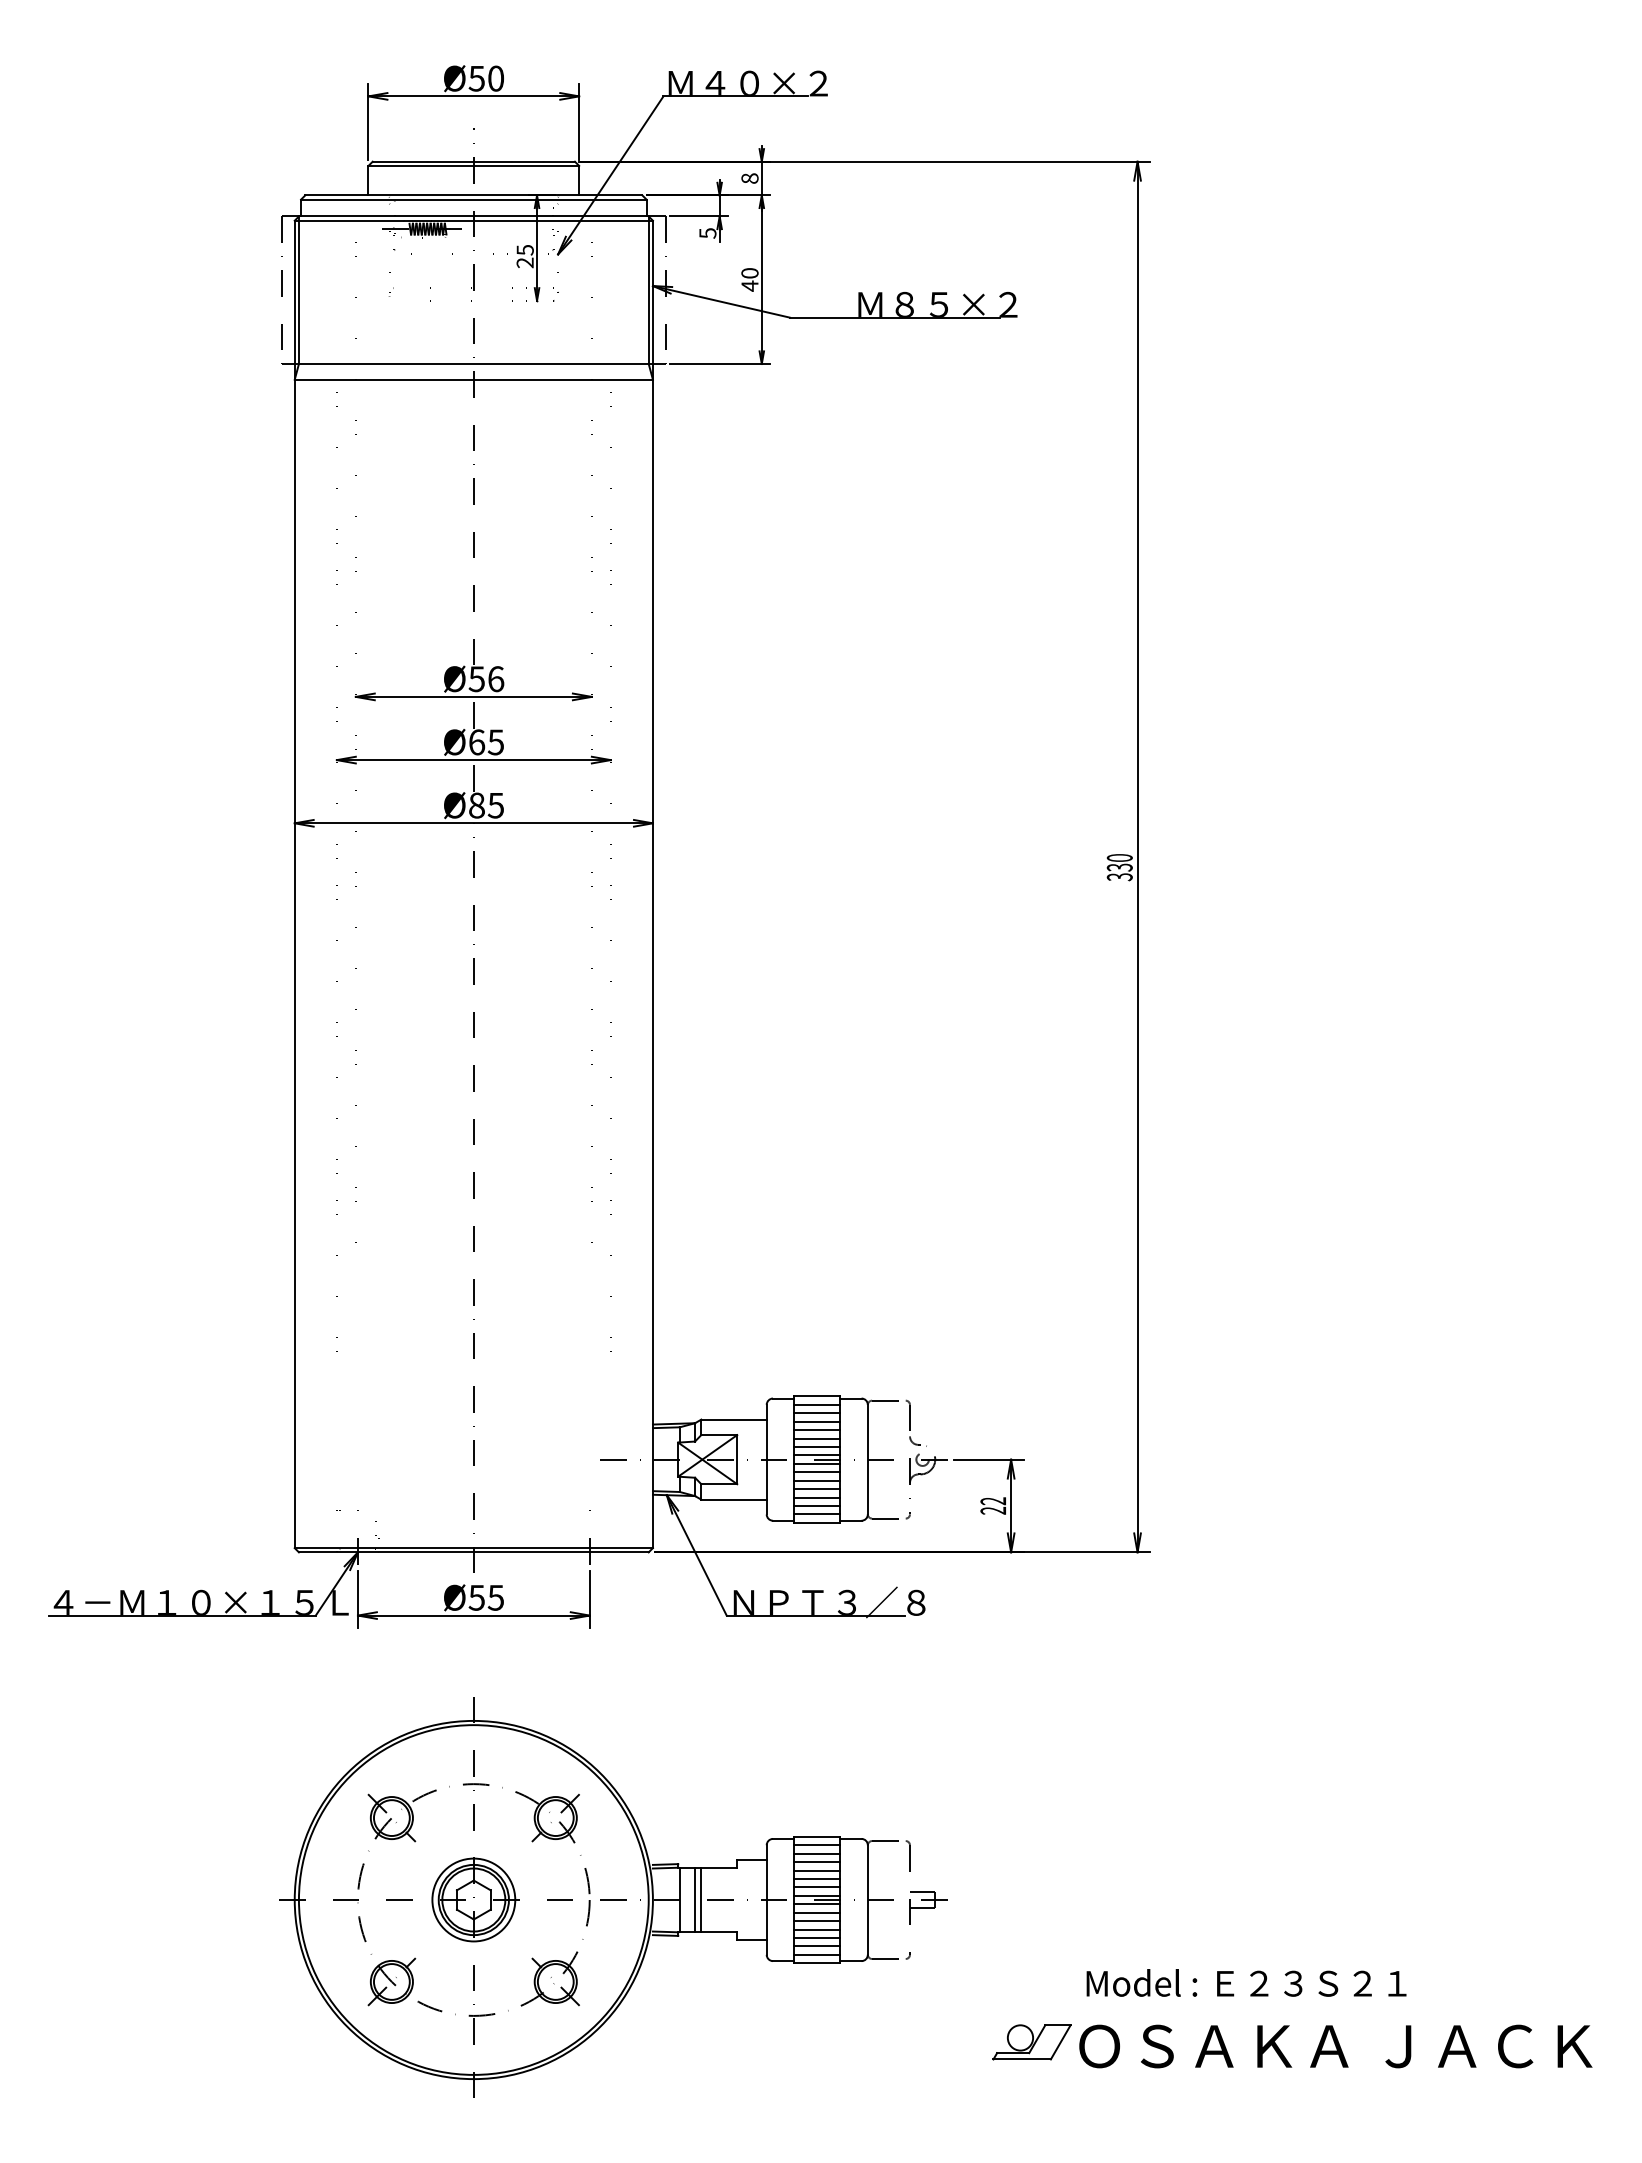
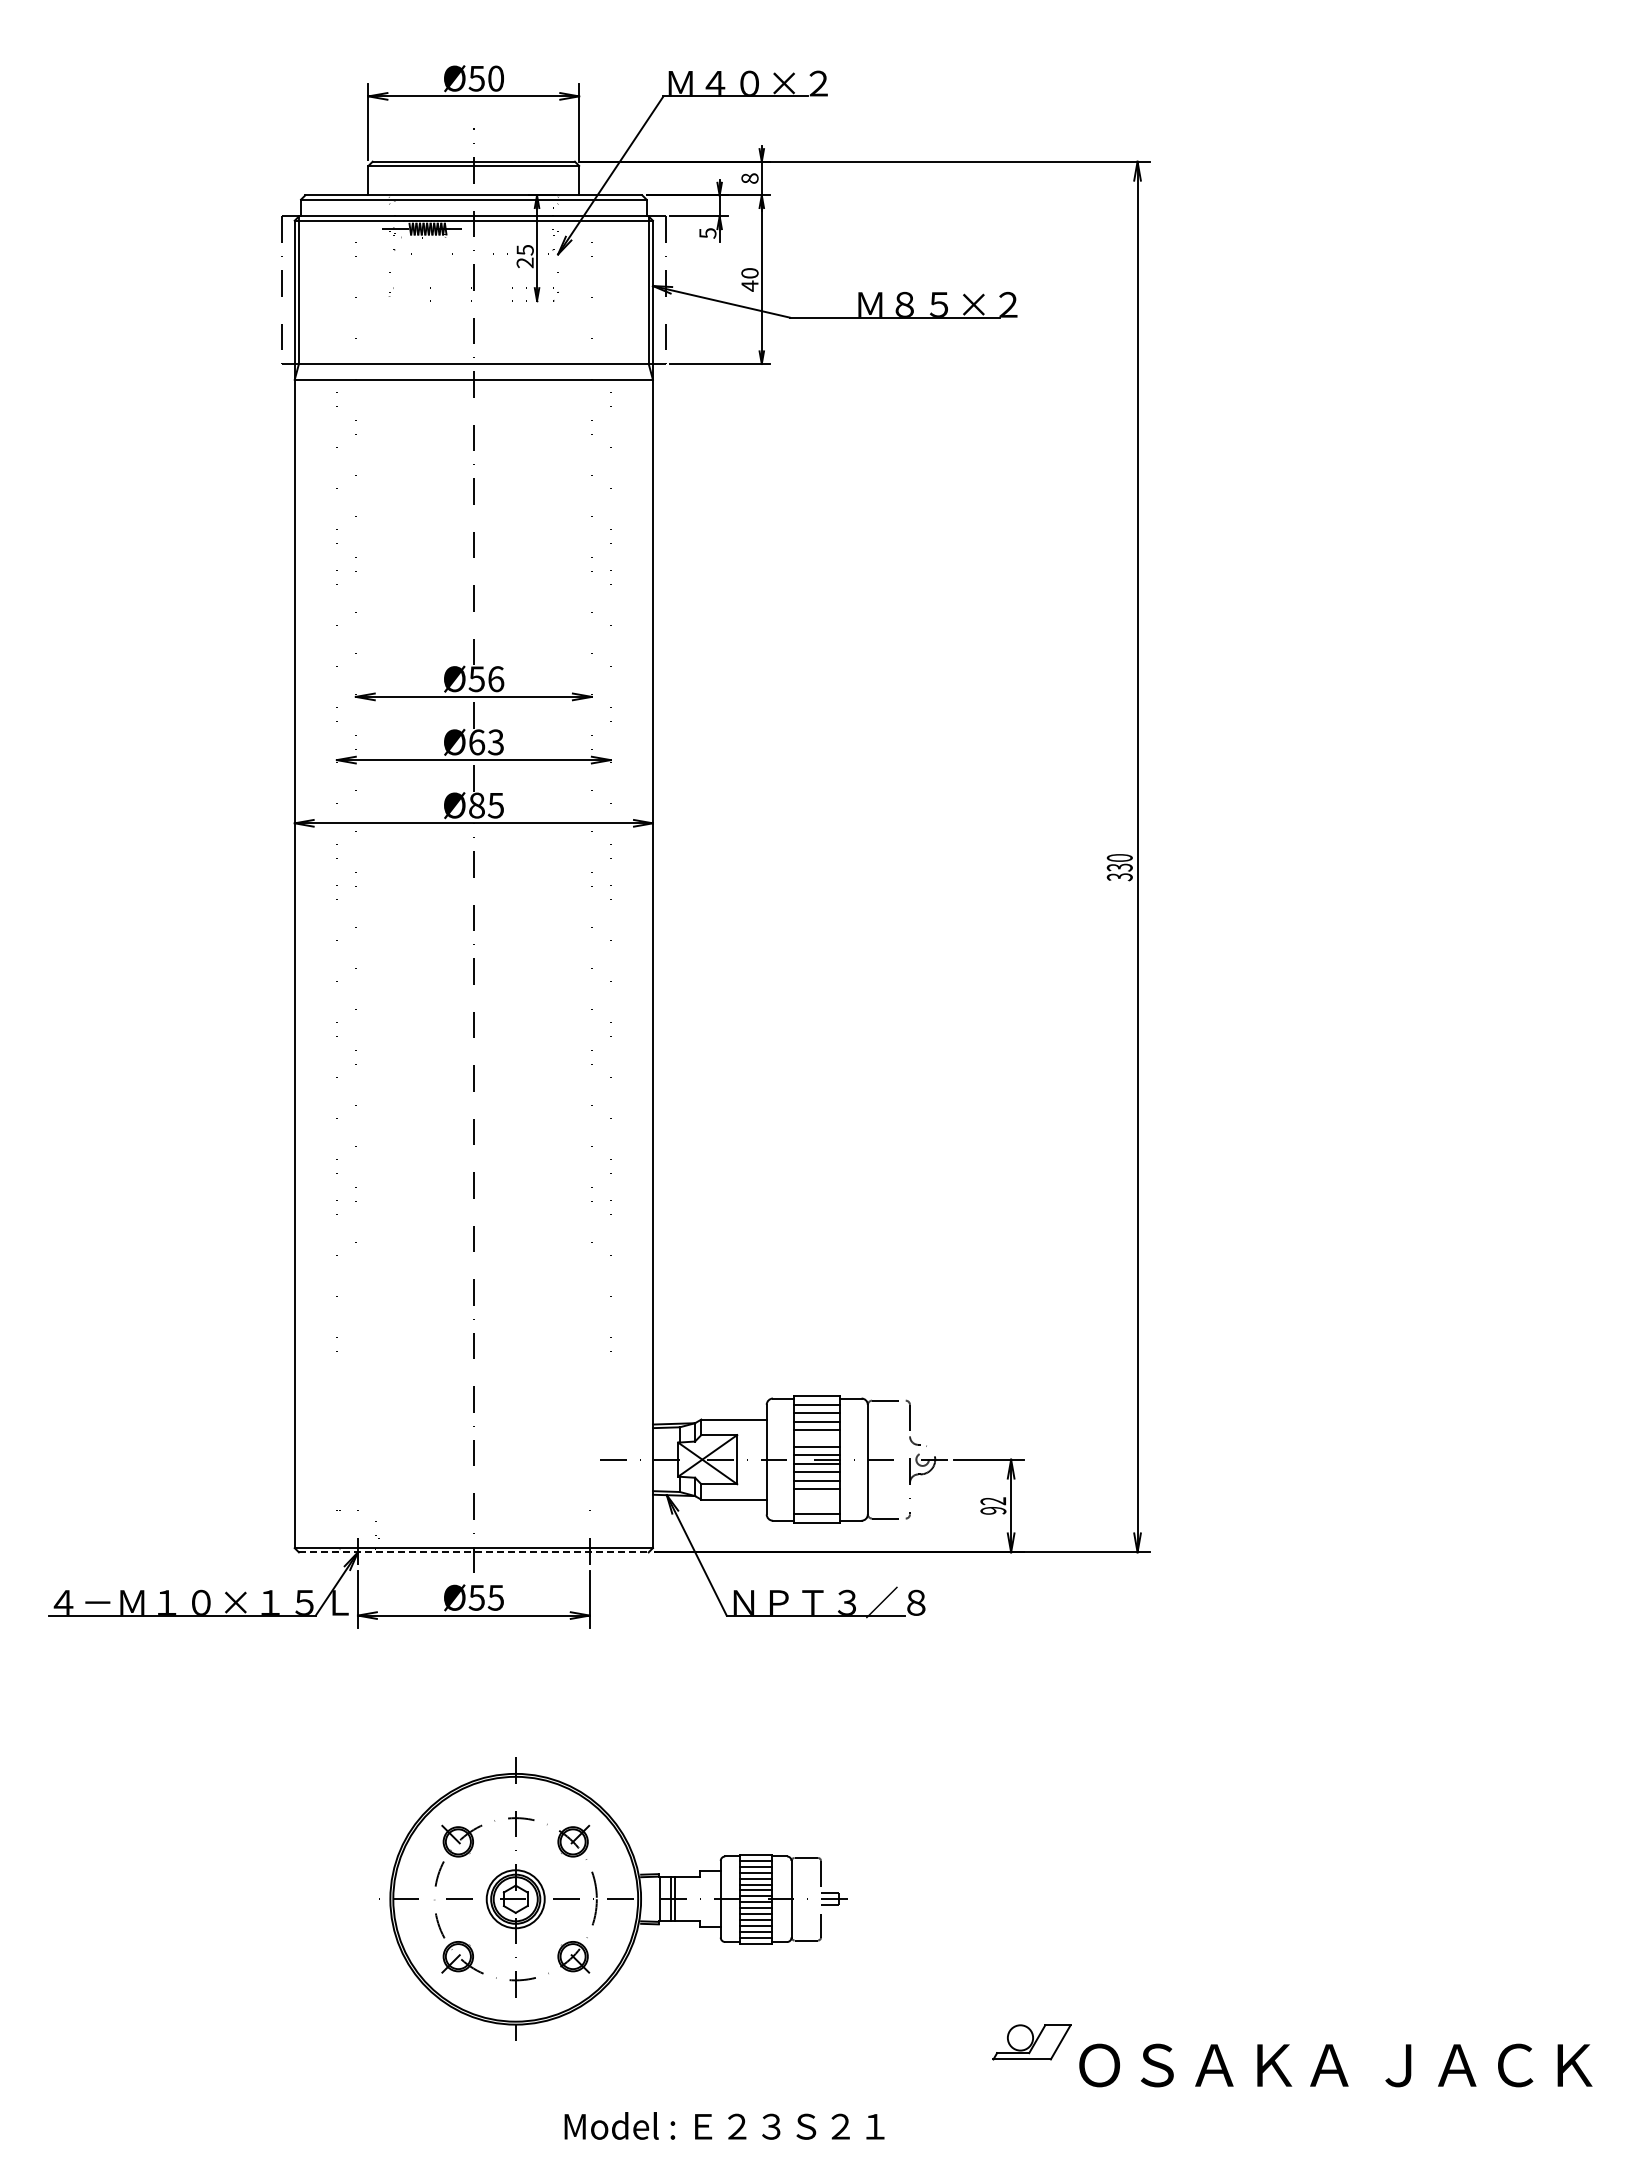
text at (495, 741): Ø65 -> Ø63
line at (817, 1438): present -> none
line at (817, 1497): present -> none
line at (817, 1506): present -> none
text at (993, 1510): 22 -> 92
line at (473, 1552): solid -> dashed
part at (613, 1897) size: 669x401 px -> 469x284 px
text at (1246, 1982) position: (1246, 1982) -> (724, 2125)
text at (1335, 2046) position: (1335, 2046) -> (1335, 2065)
